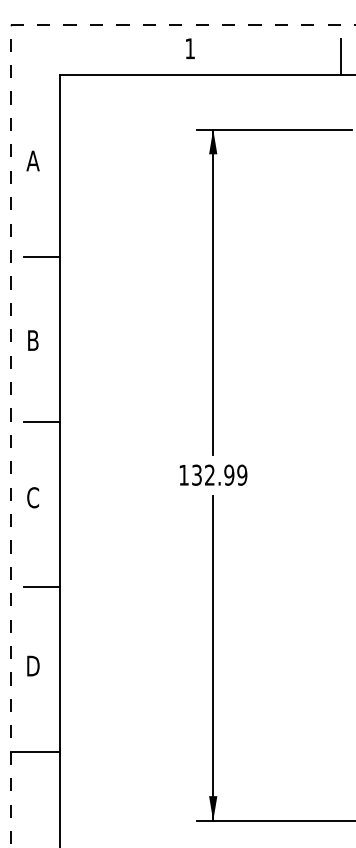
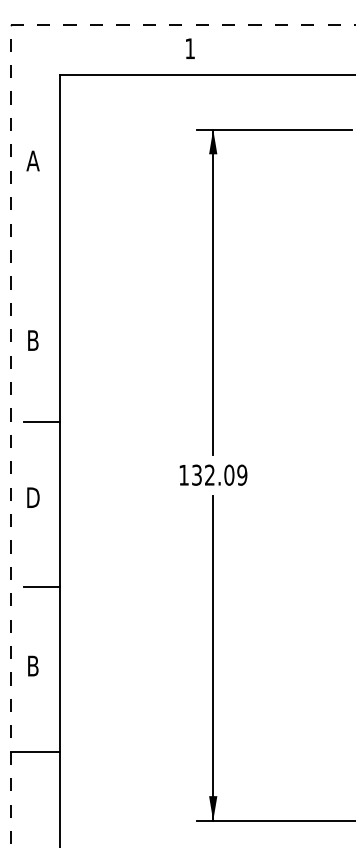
line at (340, 56): present -> none
line at (41, 256): present -> none
text at (229, 475): 132.99 -> 132.09
text at (33, 497): C -> D
text at (33, 665): D -> B
